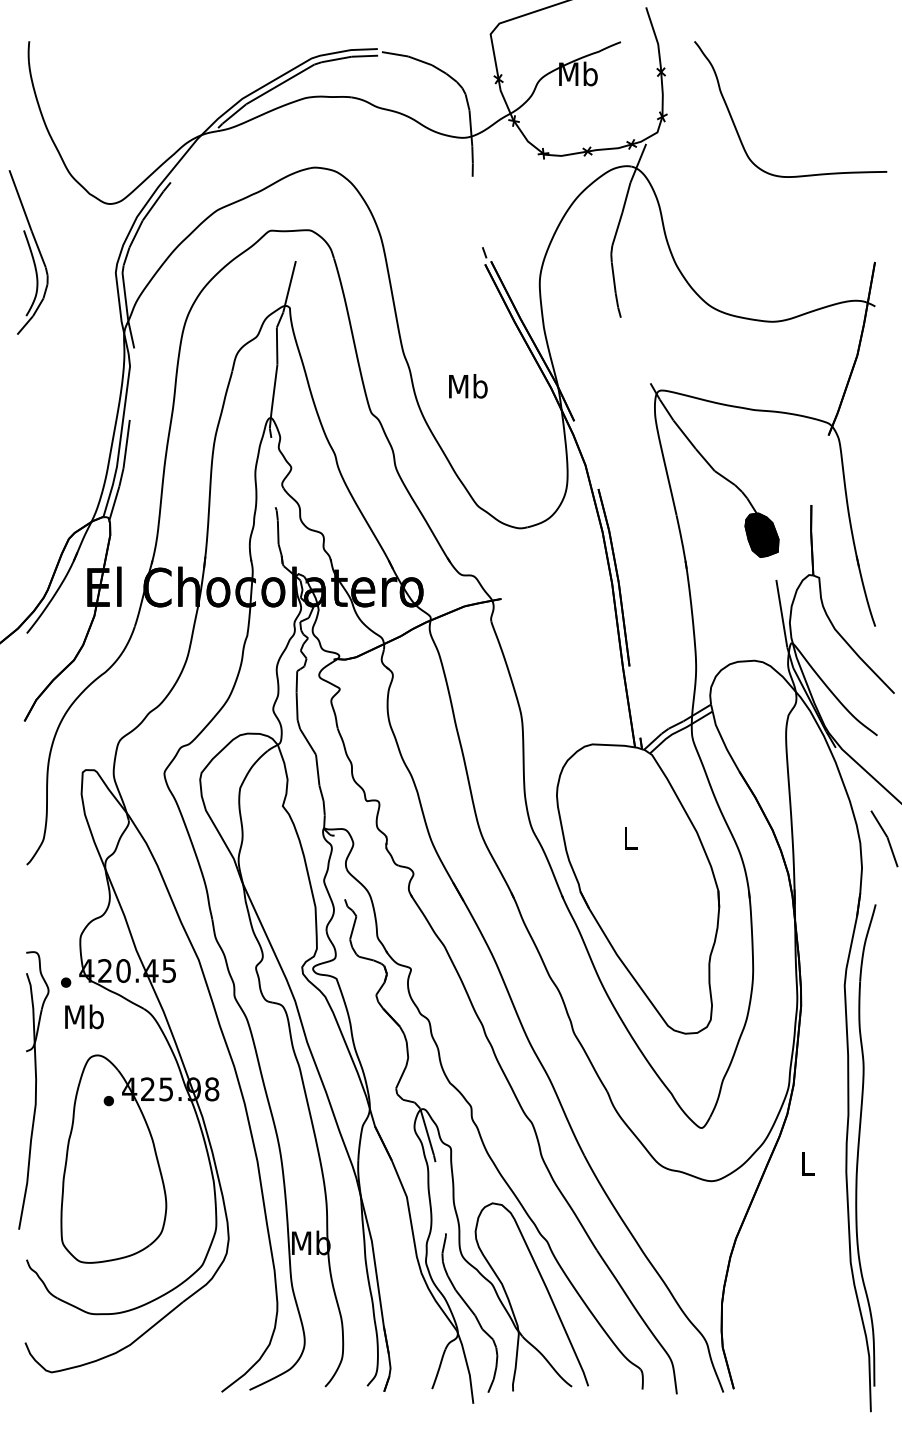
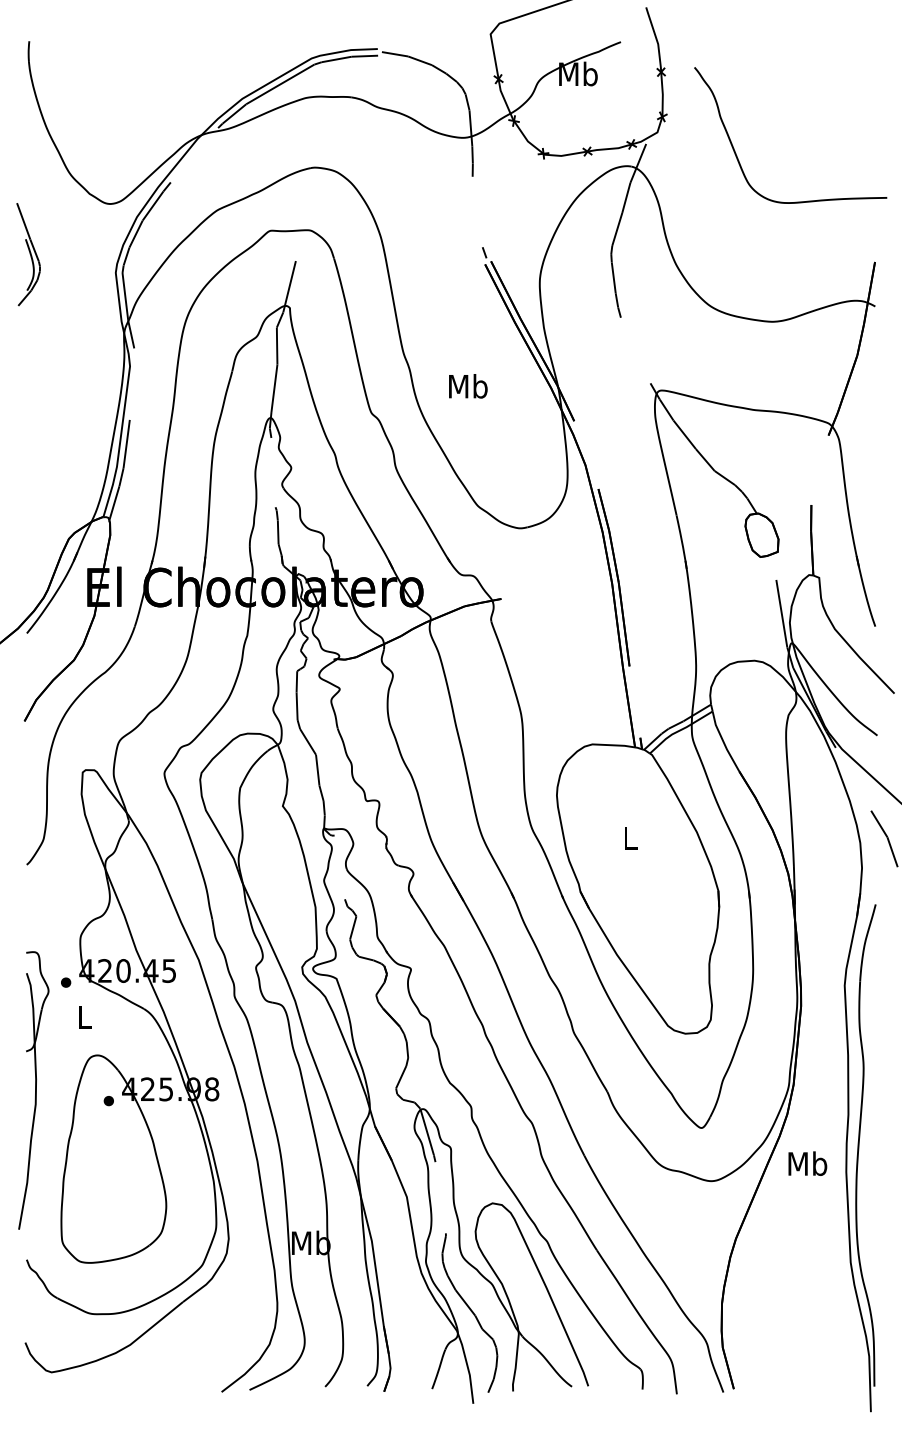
curve at (737, 129) position: (737, 129) -> (737, 155)
part at (28, 252) size: 41x165 px -> 25x104 px
fill at (761, 535): present -> none
text at (84, 1016): Mb -> L
text at (807, 1163): L -> Mb
